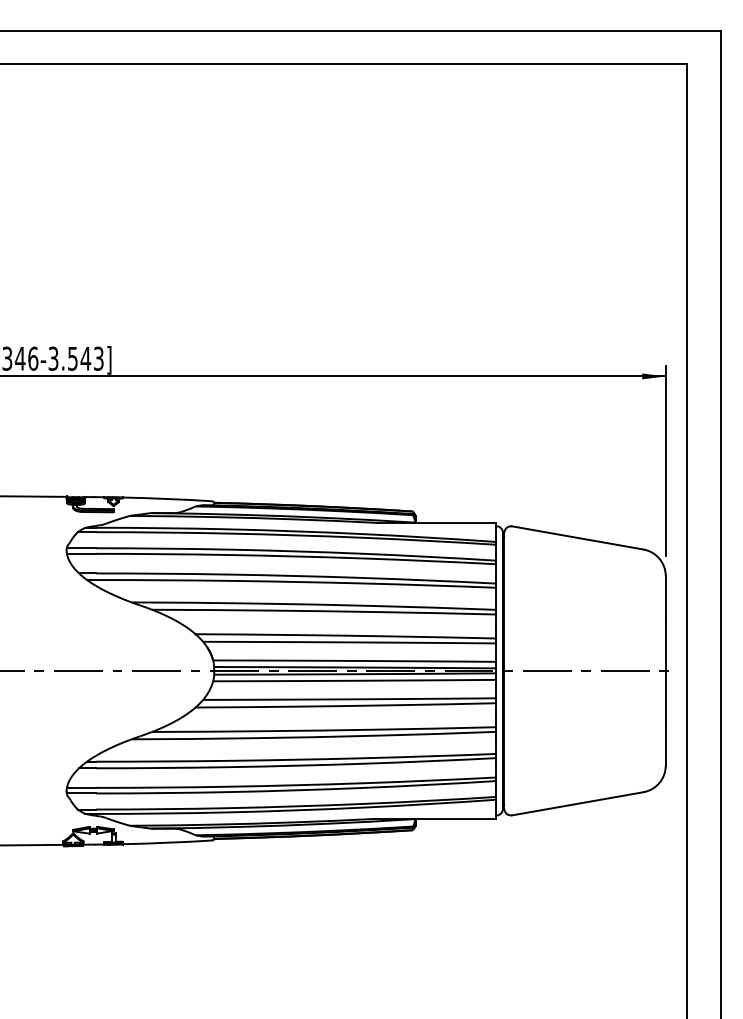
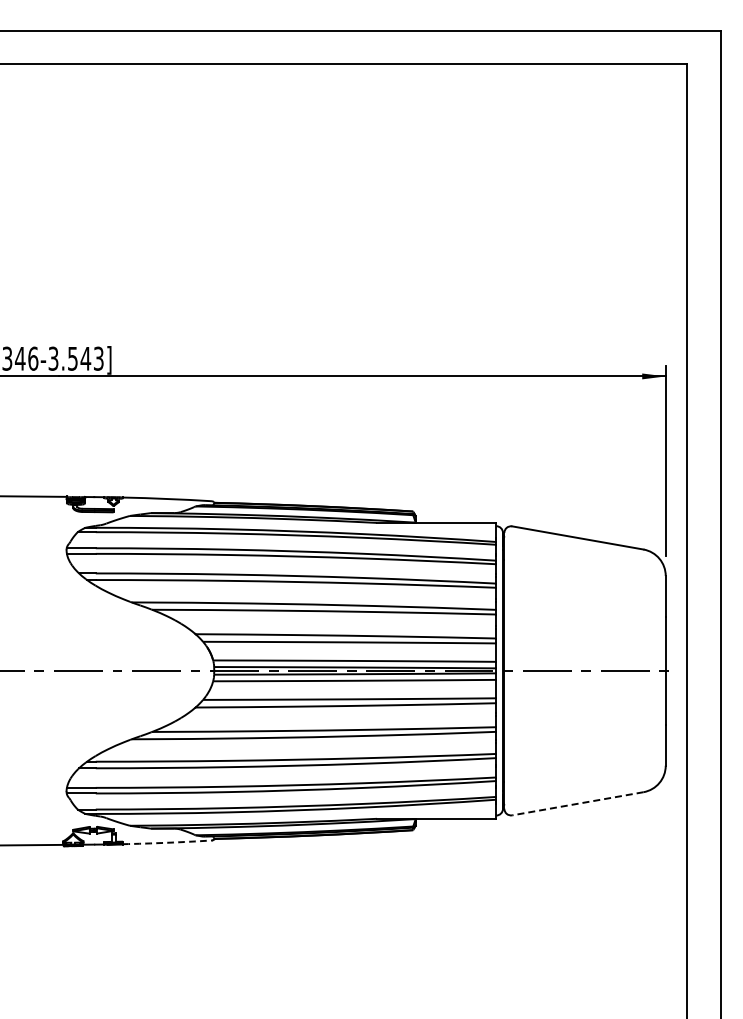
line at (577, 803): solid -> dashed
arc at (167, 842): solid -> dashed
